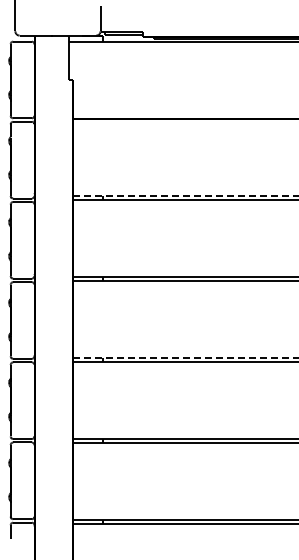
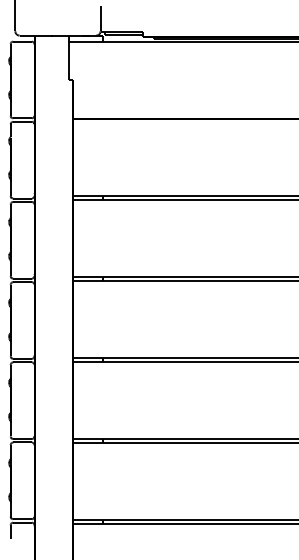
line at (186, 195): dashed -> solid
line at (186, 357): dashed -> solid
